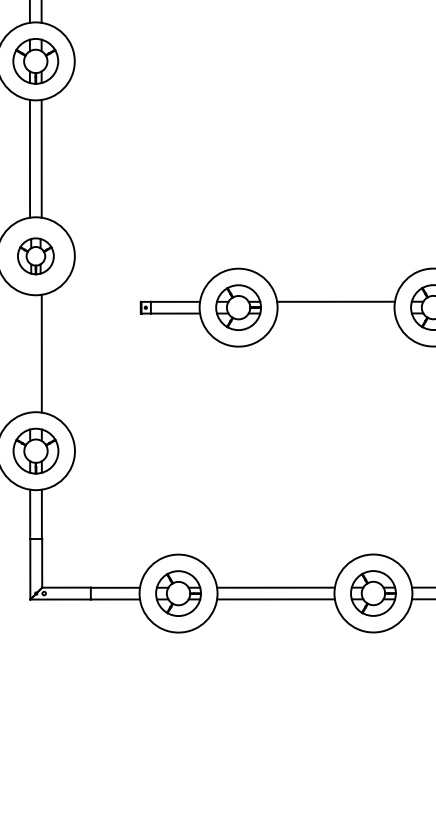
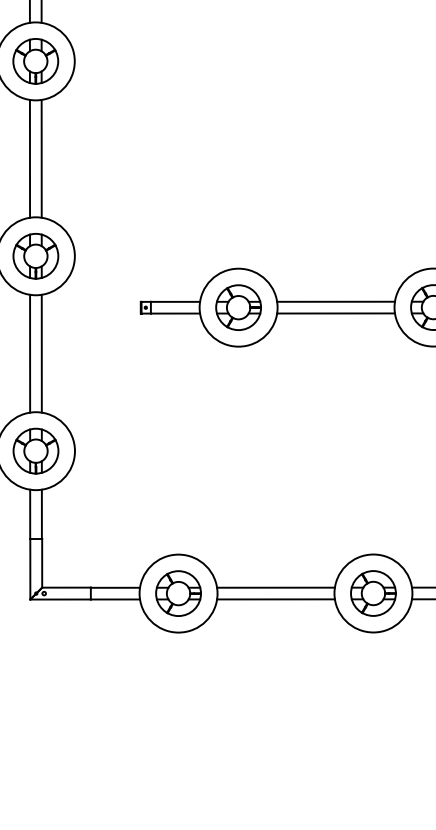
part at (35, 256) size: 38x39 px -> 48x47 px
line at (335, 313): none -> present
line at (30, 353): none -> present
